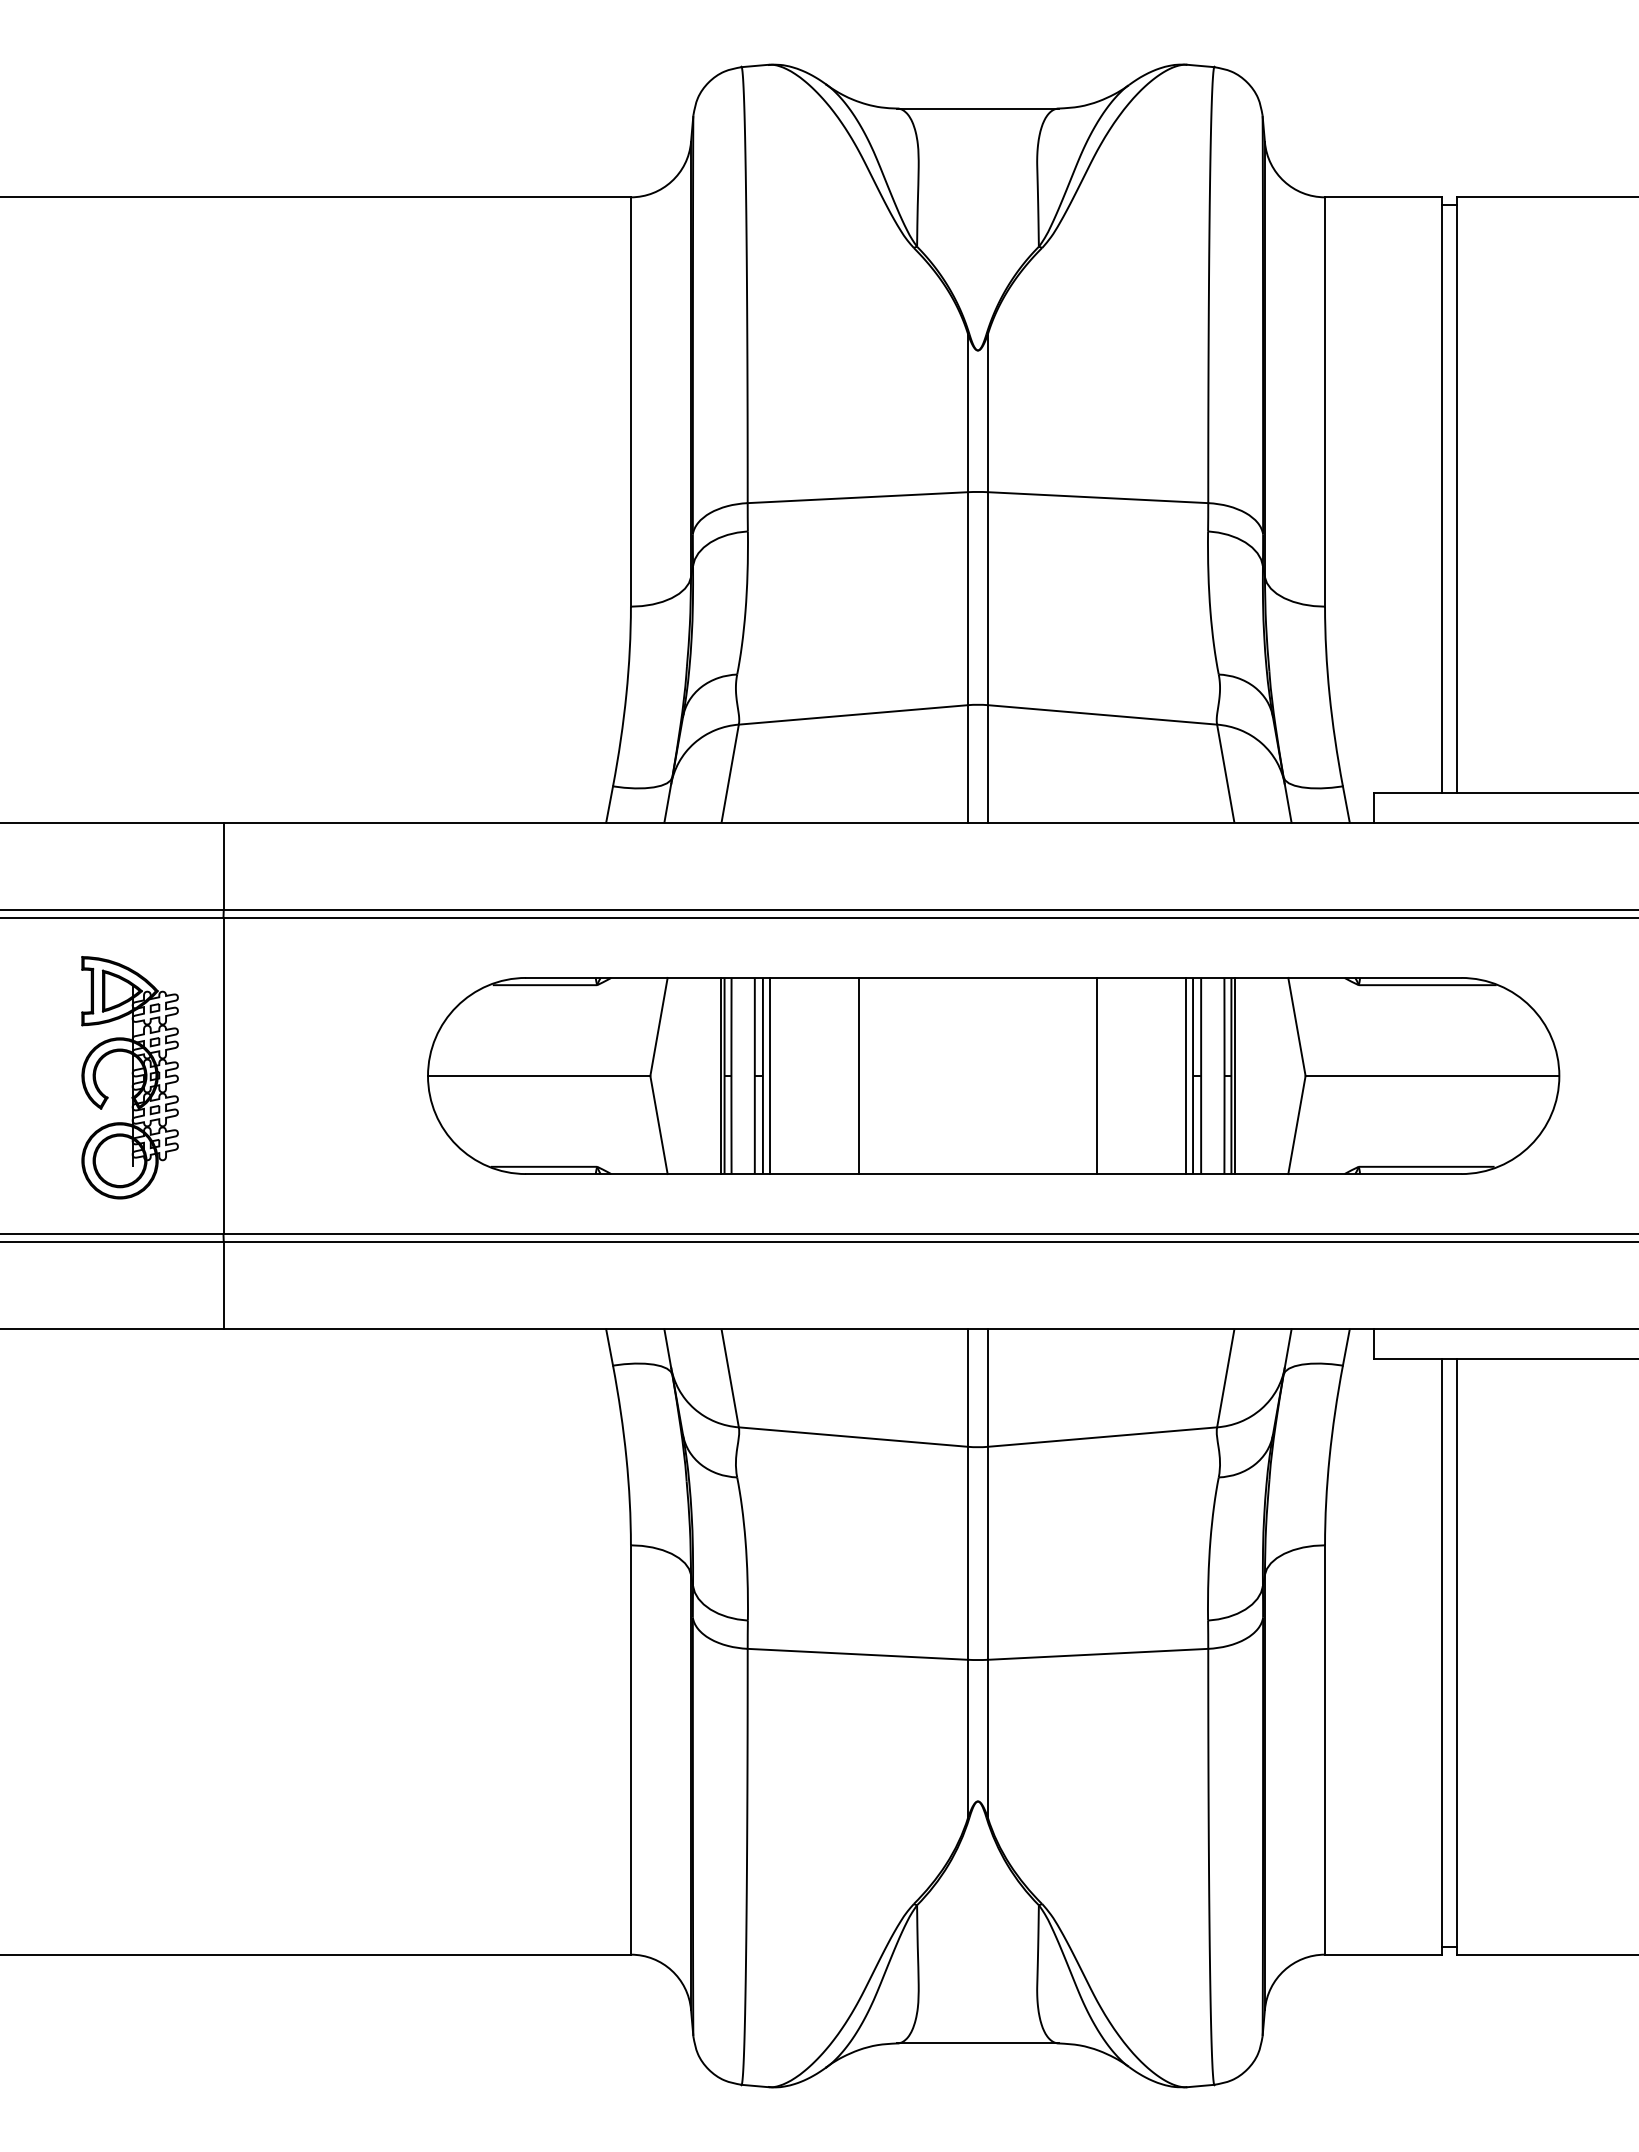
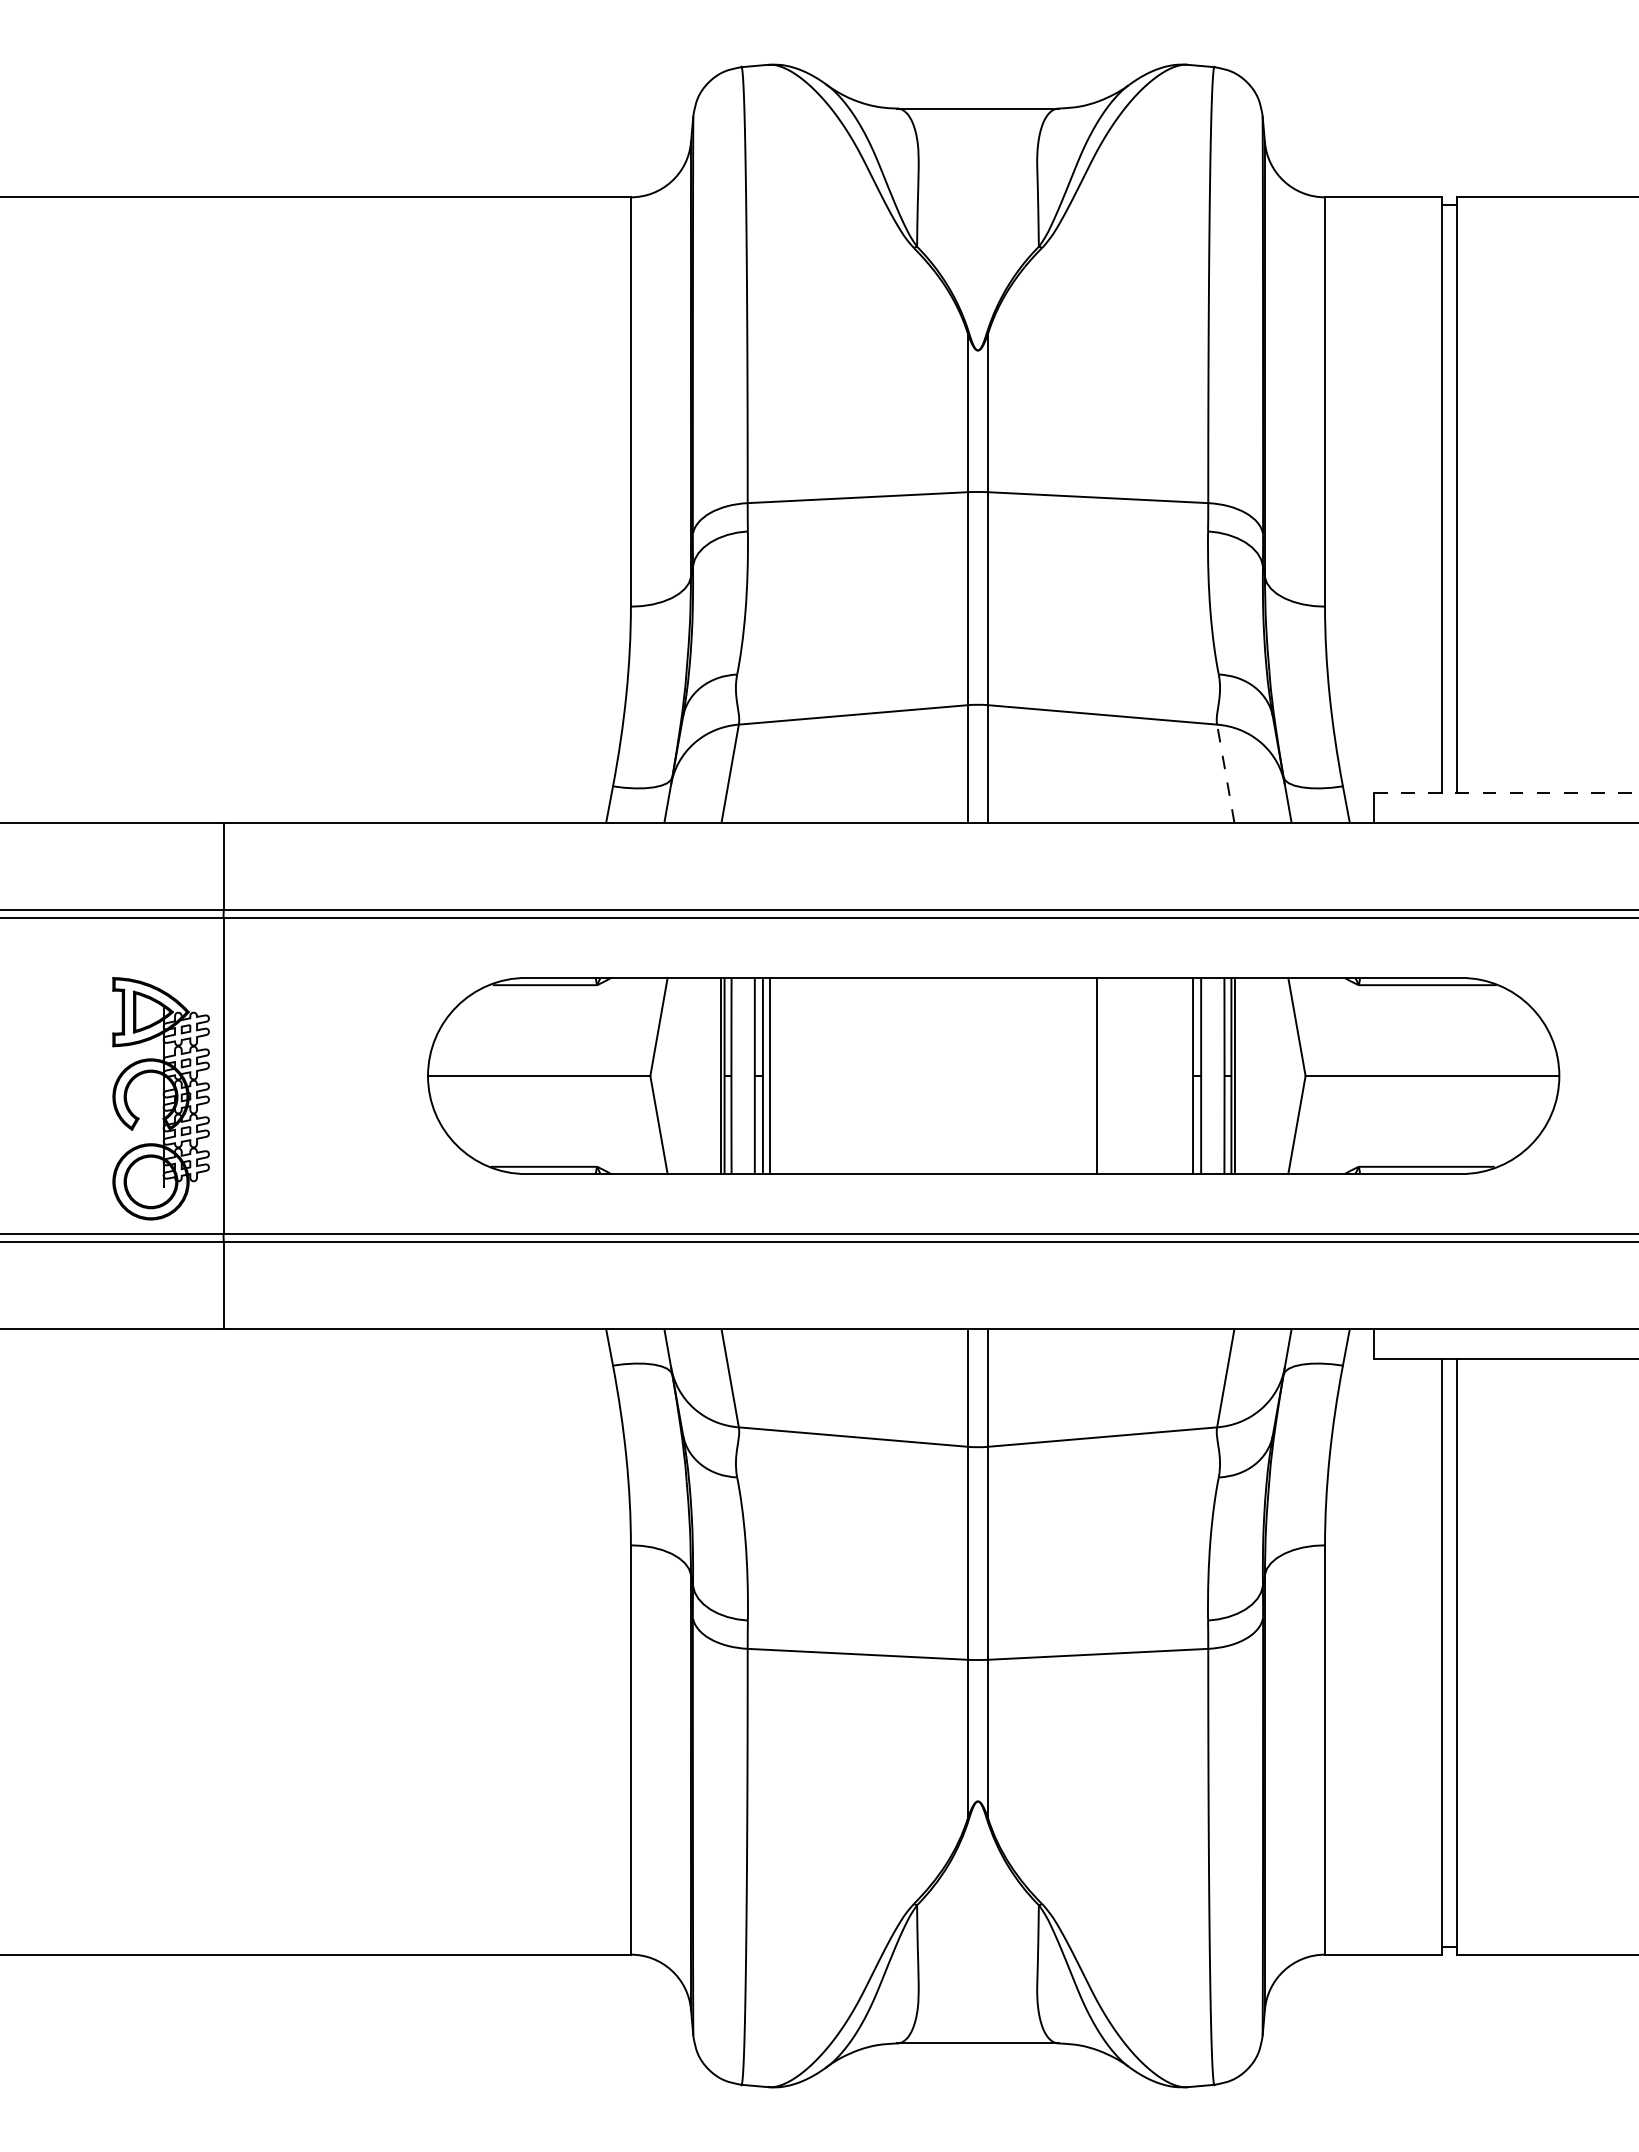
line at (1225, 773): solid -> dashed
line at (1506, 793): solid -> dashed
line at (859, 1075): present -> none
line at (1186, 1075): present -> none
part at (129, 1077) position: (129, 1077) -> (160, 1098)
